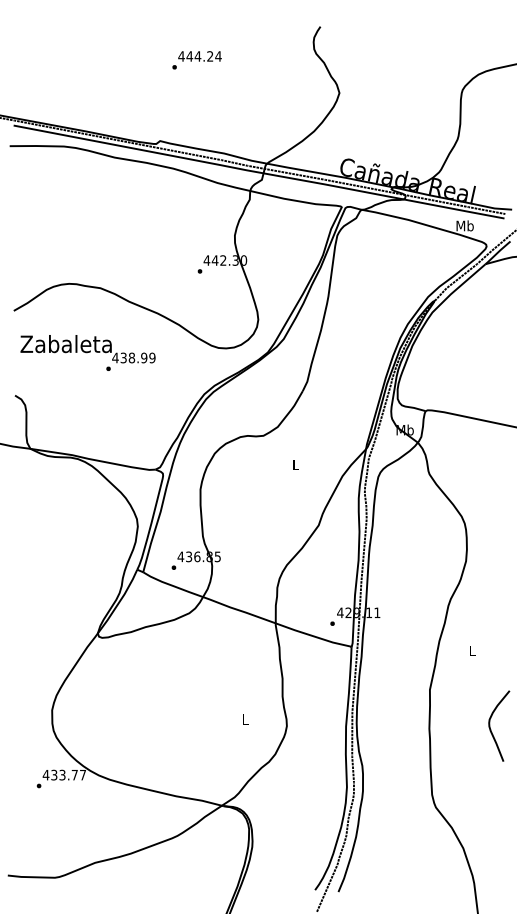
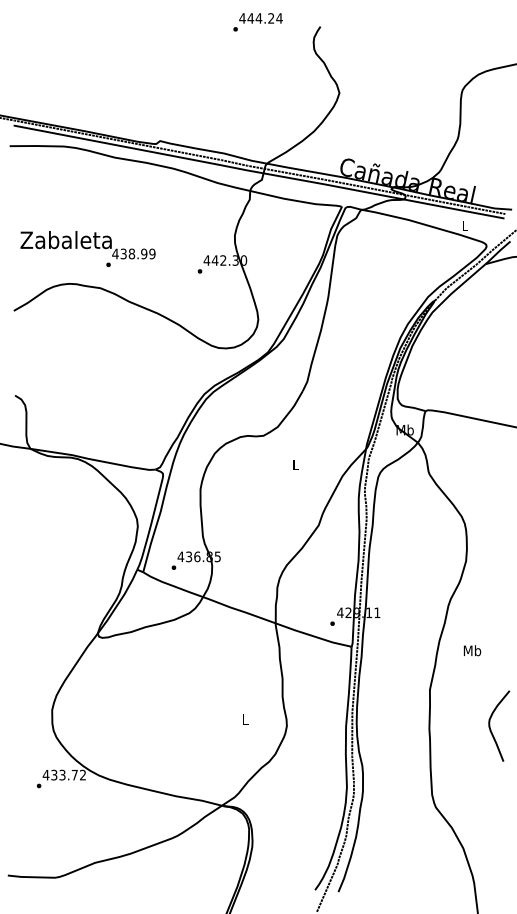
text at (196, 60) position: (196, 60) -> (257, 22)
text at (464, 225): Mb -> L
text at (87, 352) position: (87, 352) -> (87, 248)
text at (472, 650): L -> Mb
text at (82, 774): 433.77 -> 433.72
